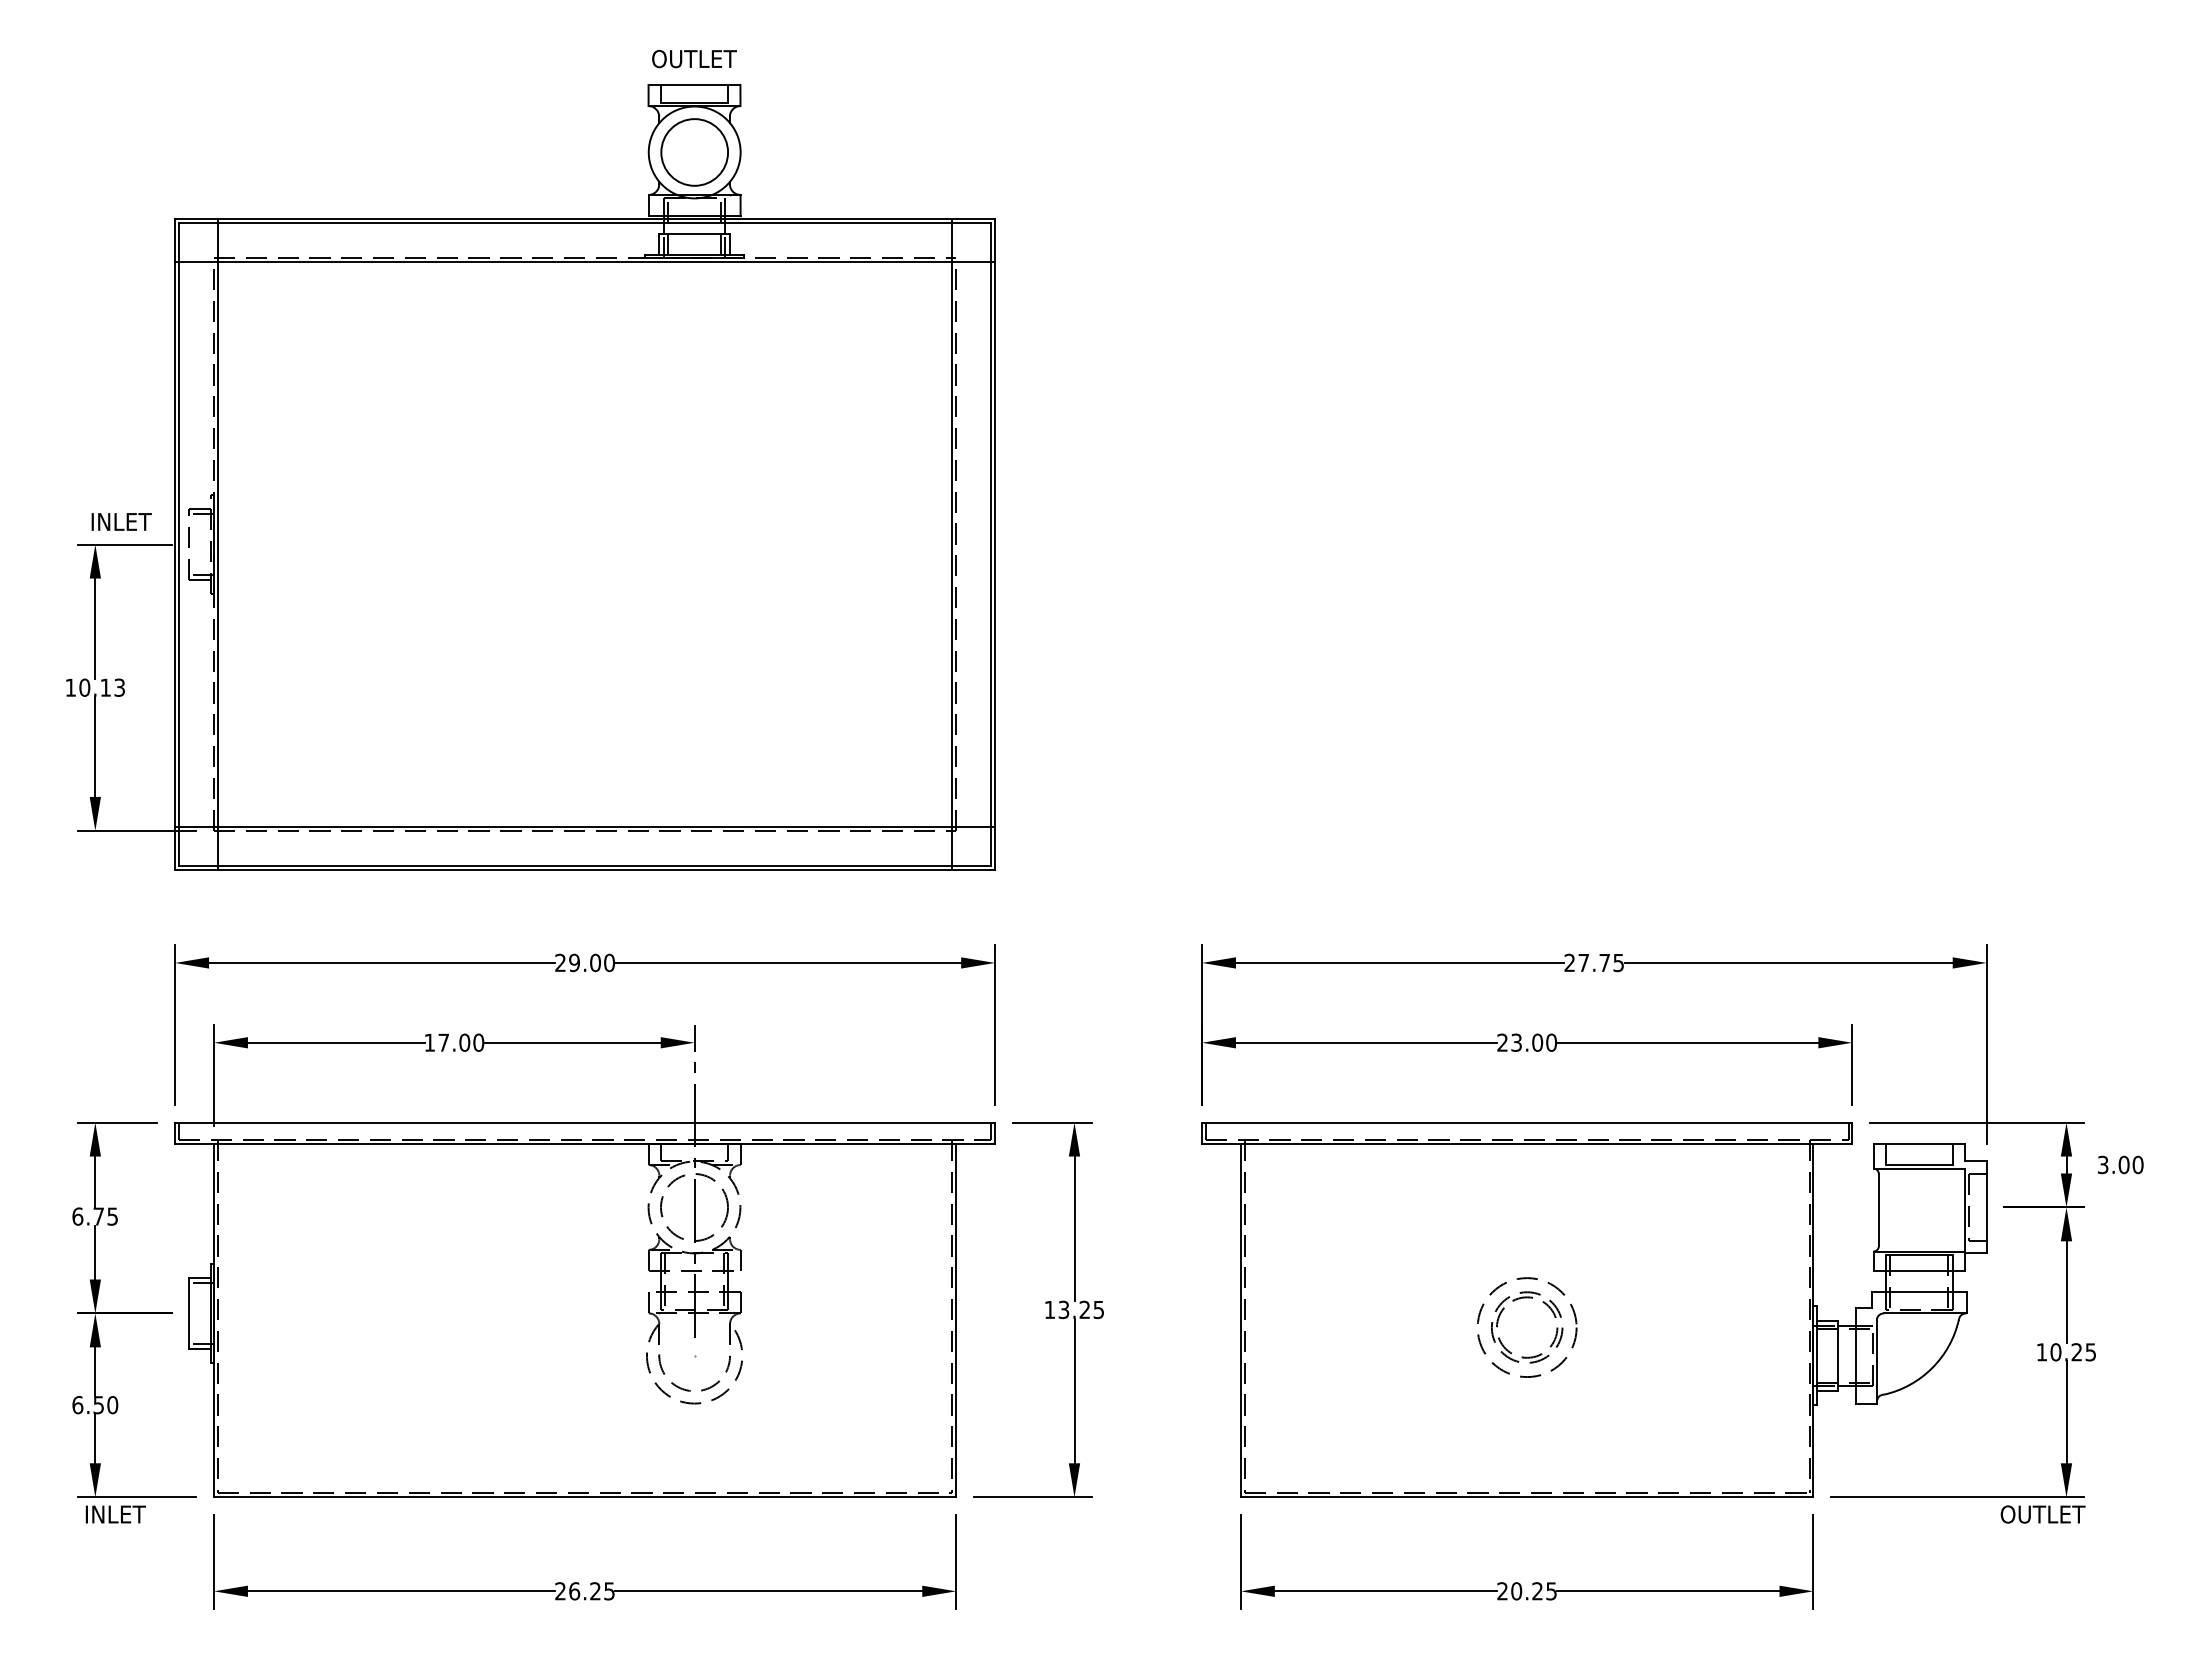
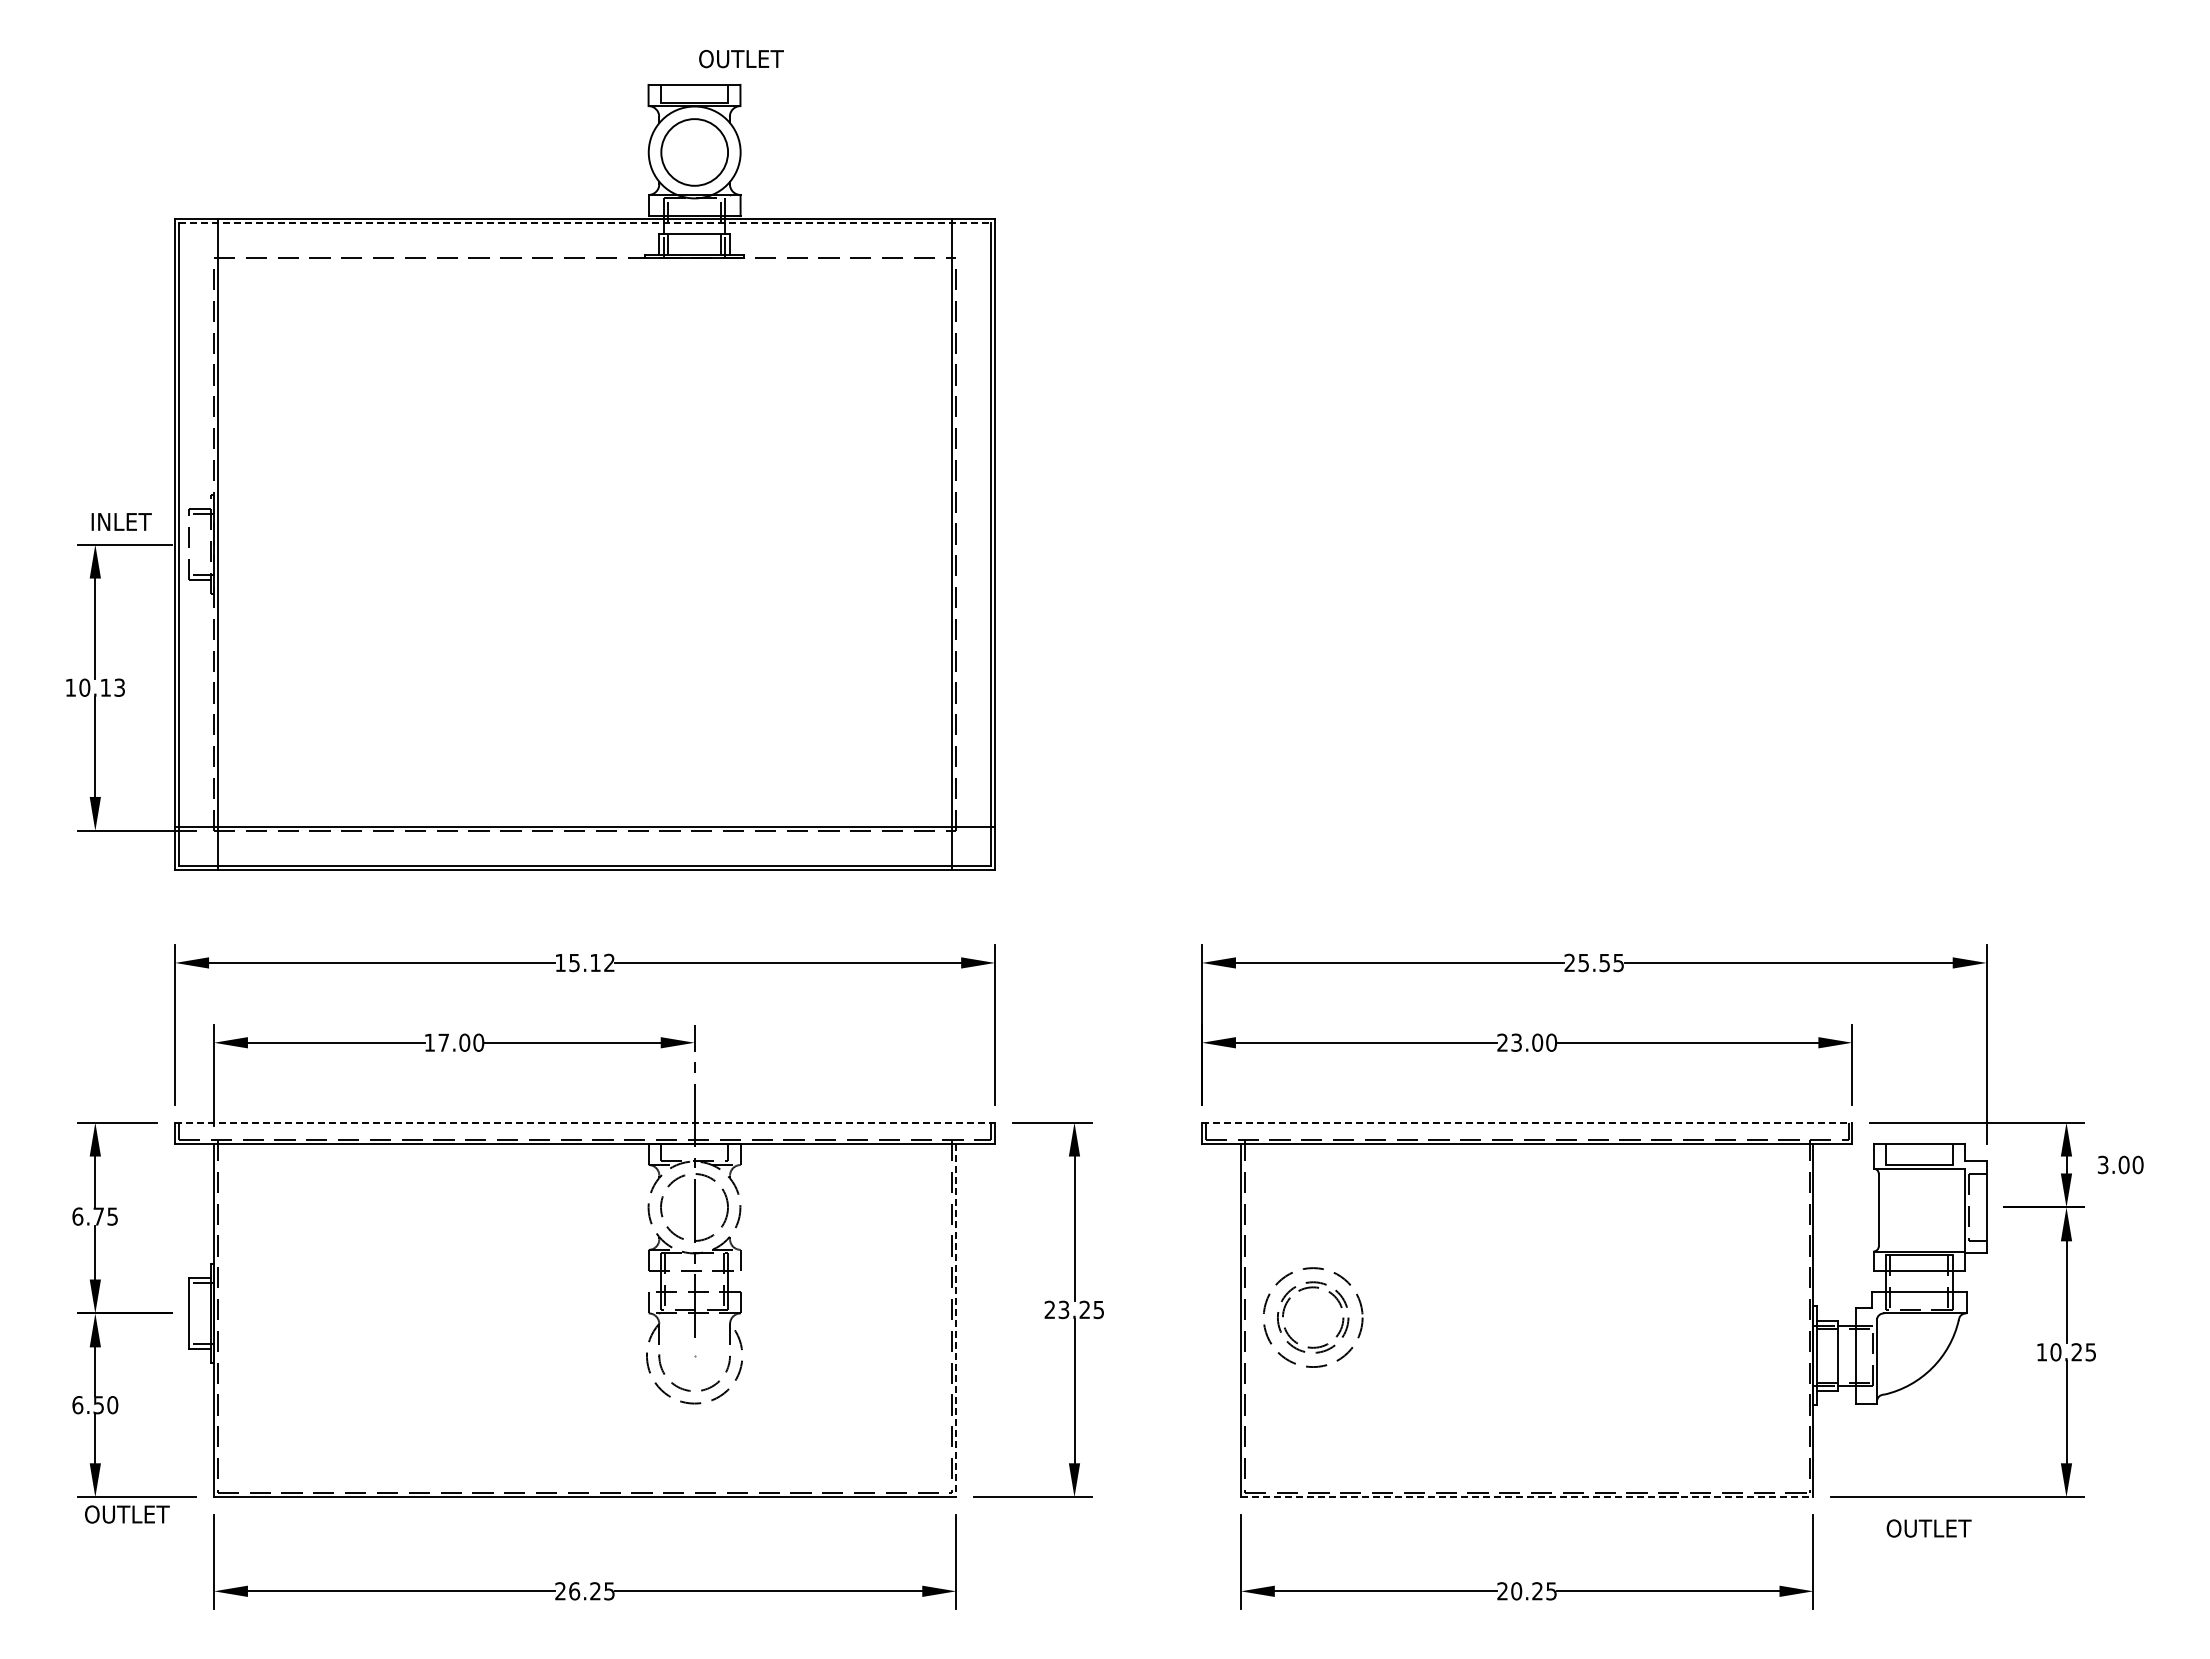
text at (694, 58) position: (694, 58) -> (741, 58)
line at (585, 223): solid -> dashed
line at (585, 261): present -> none
text at (584, 962): 29.00 -> 15.12
text at (1593, 963): 27.75 -> 25.55
line at (585, 1122): solid -> dashed
line at (1527, 1122): solid -> dashed
text at (1049, 1309): 13.25 -> 23.25
part at (1550, 1310) position: (1550, 1310) -> (1336, 1300)
line at (956, 1320): solid -> dashed
line at (1527, 1497): solid -> dashed
text at (127, 1514): INLET -> OUTLET
text at (2042, 1514) position: (2042, 1514) -> (1928, 1528)
